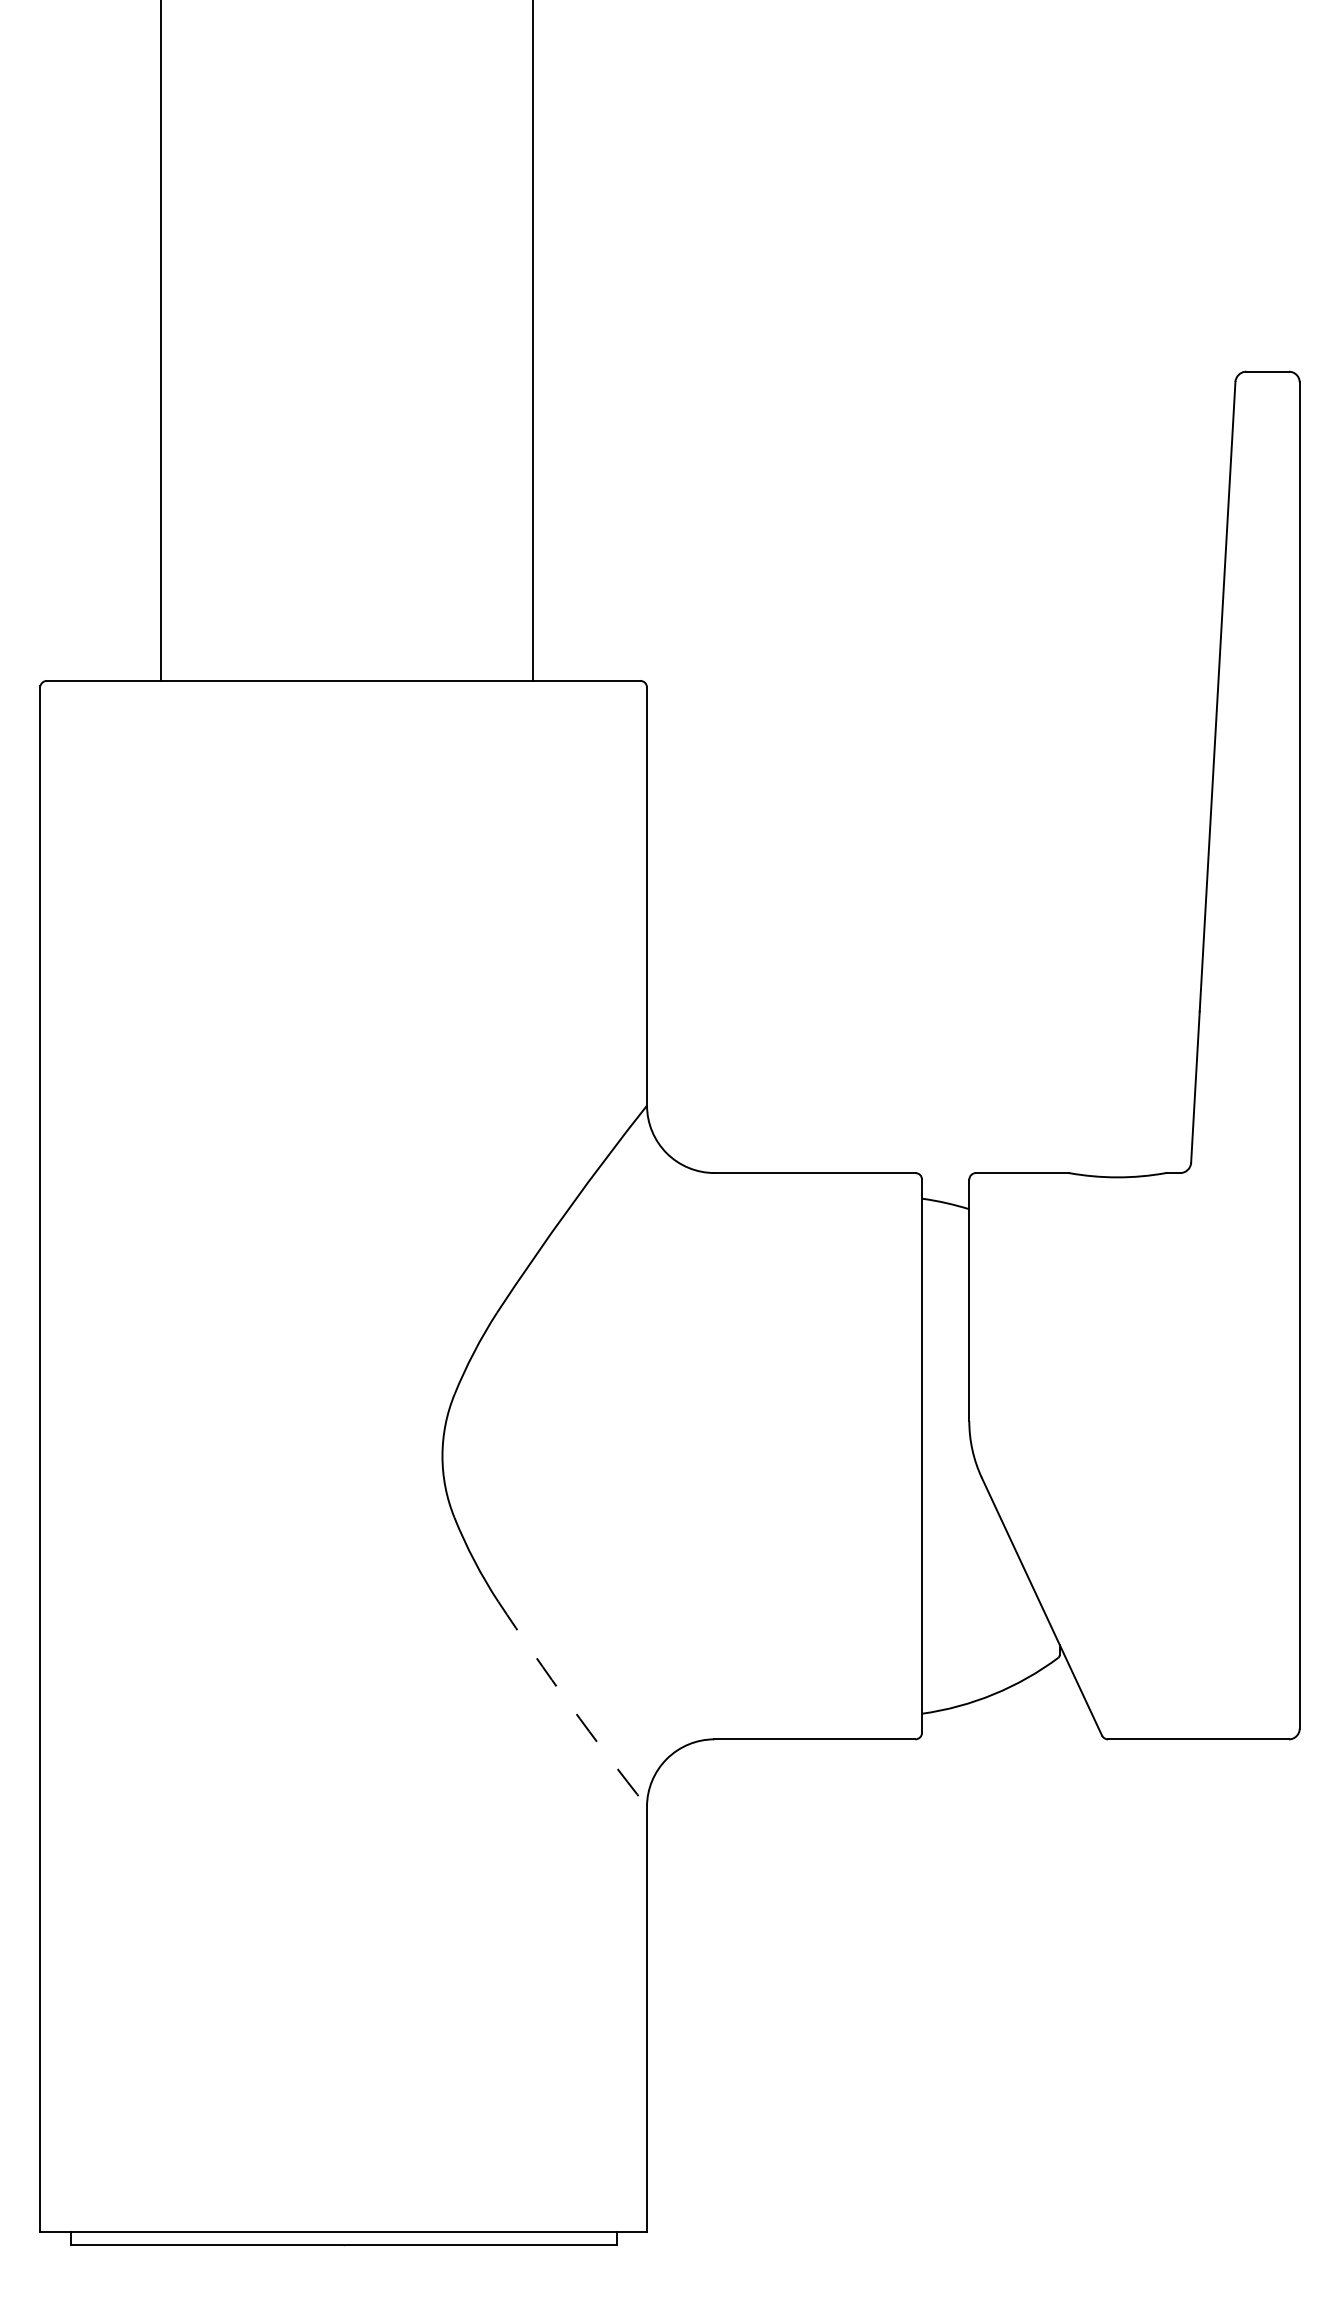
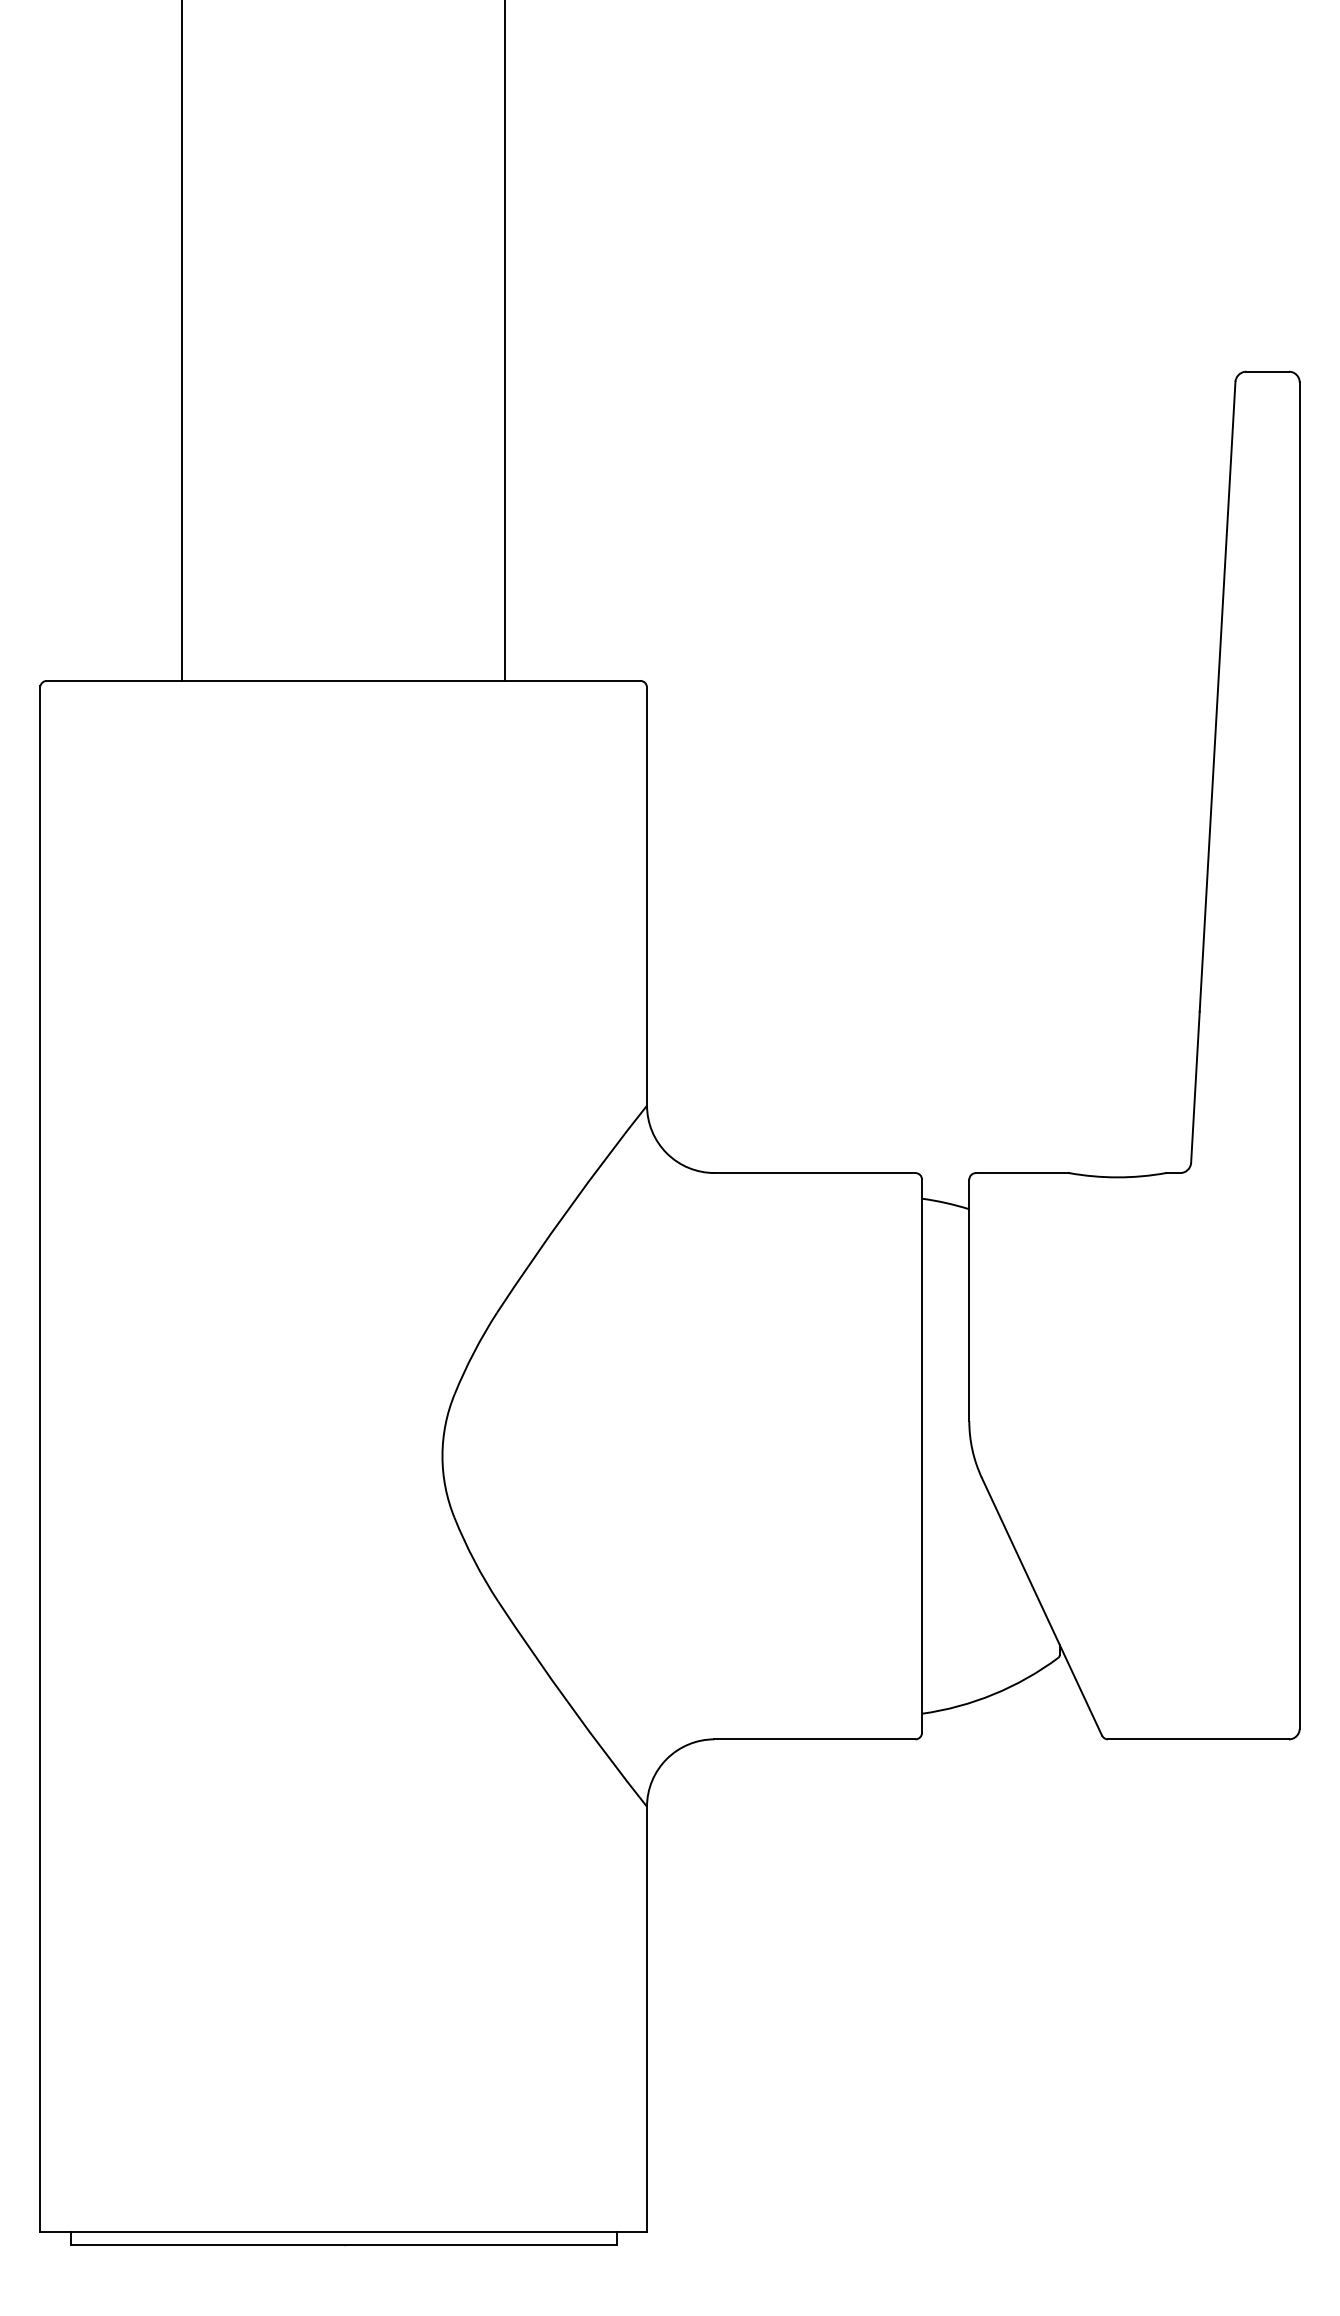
line at (160, 341) position: (160, 341) -> (181, 341)
line at (533, 341) position: (533, 341) -> (505, 341)
arc at (570, 1705): dashed -> solid
